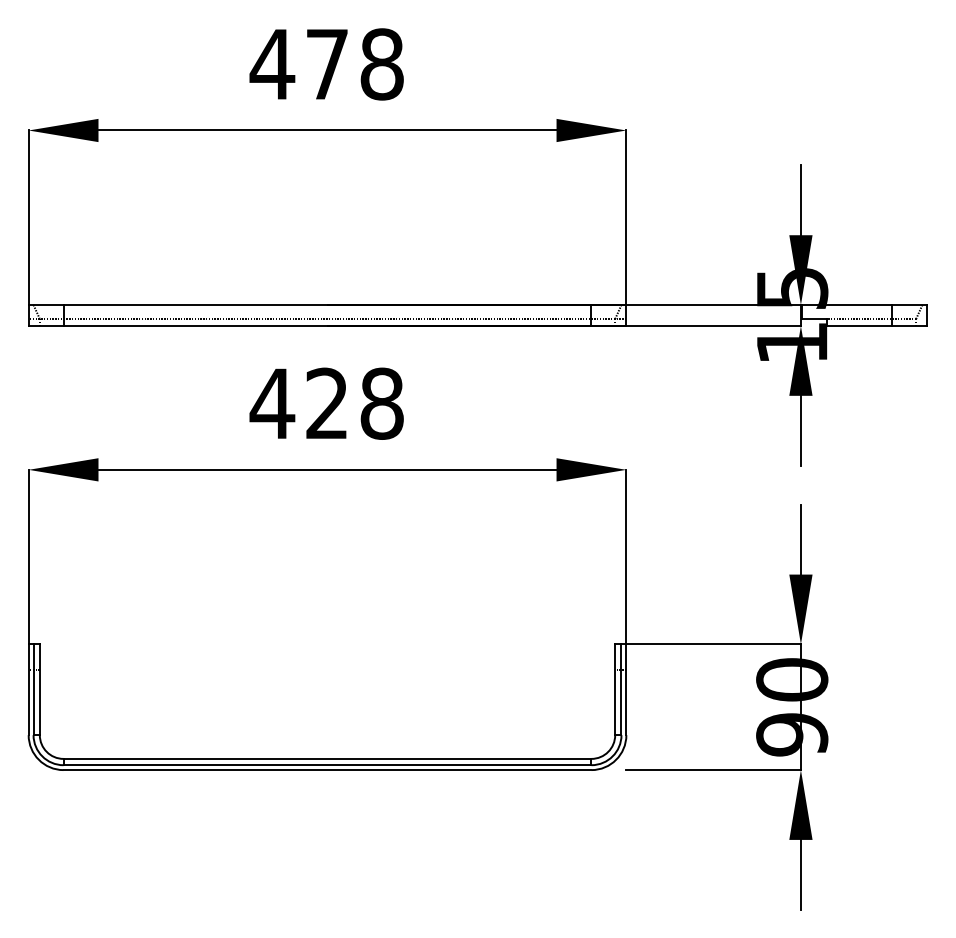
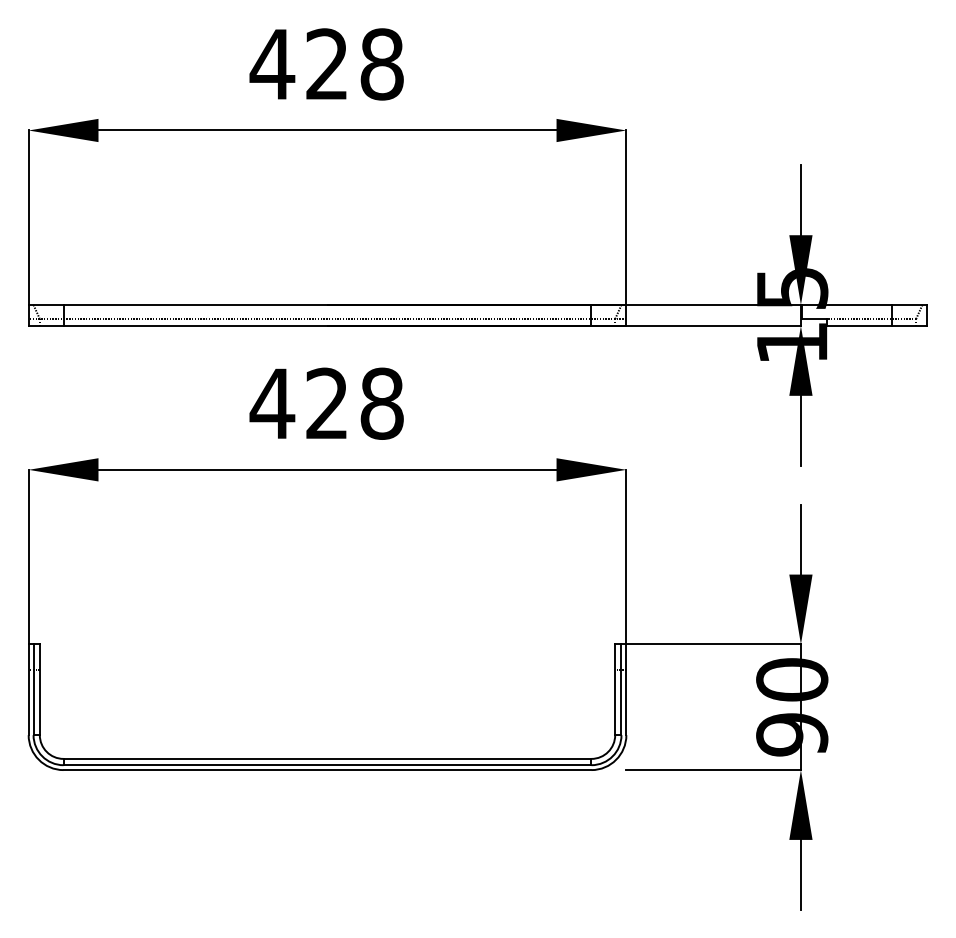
text at (326, 63): 478 -> 428
